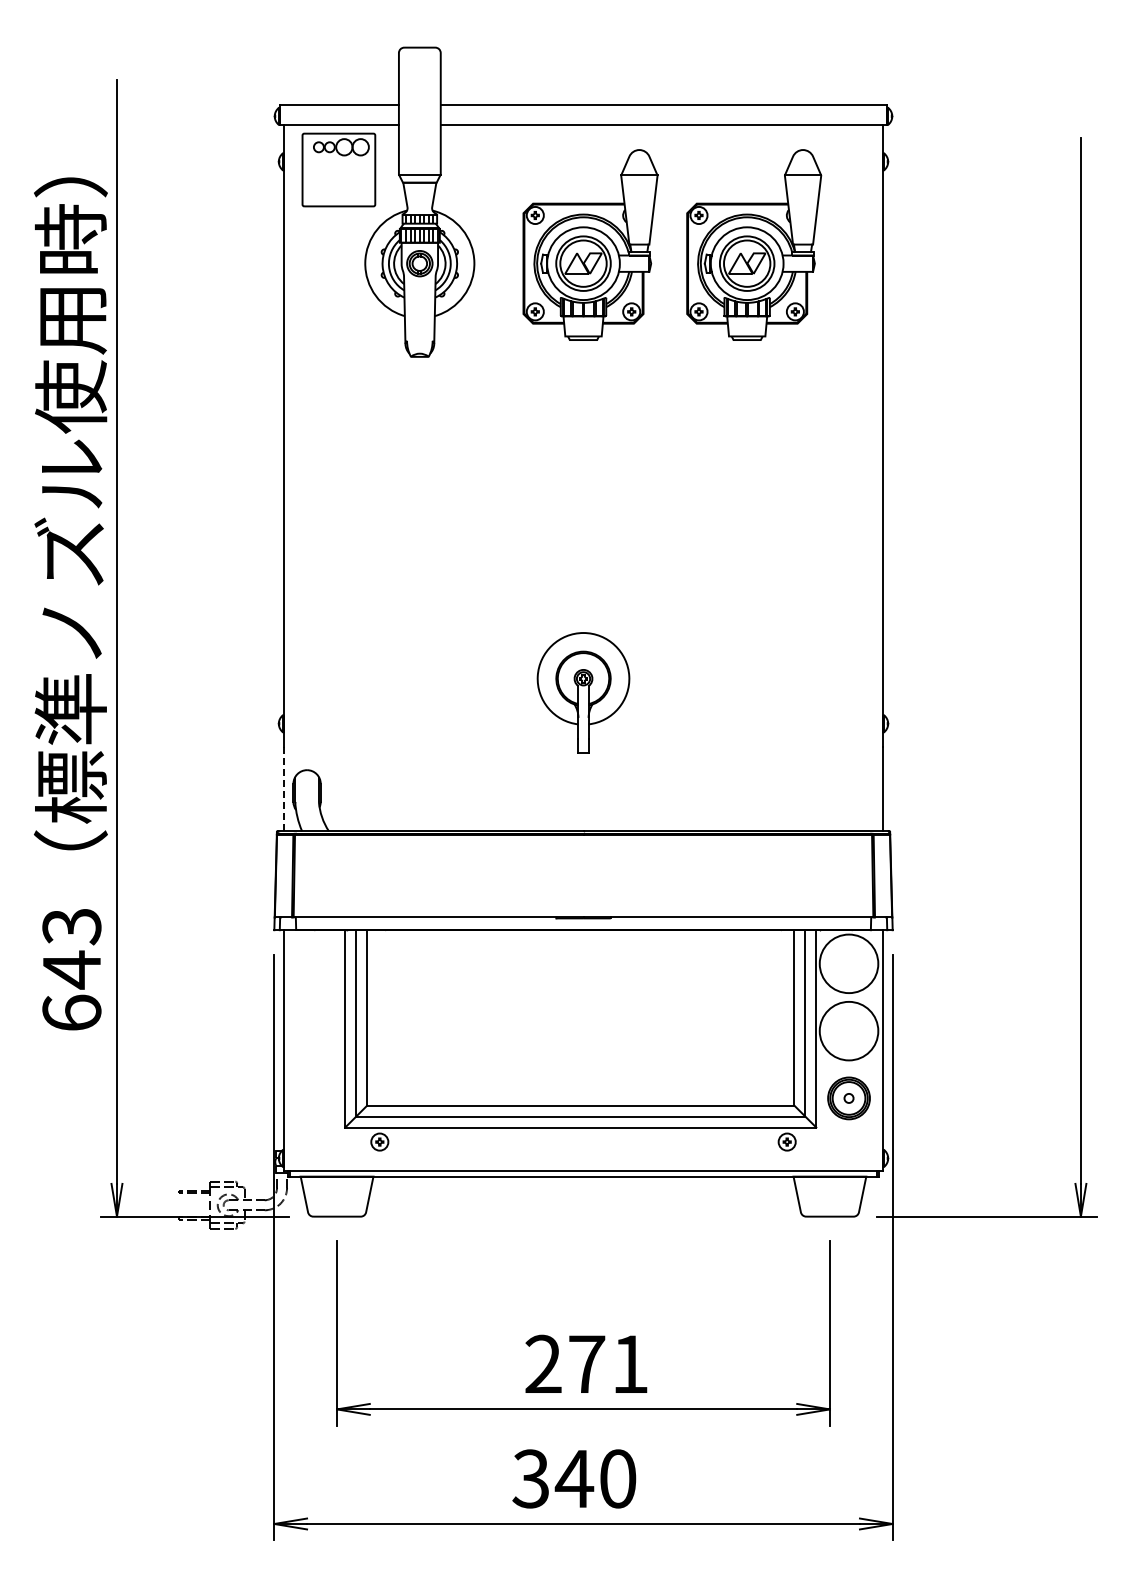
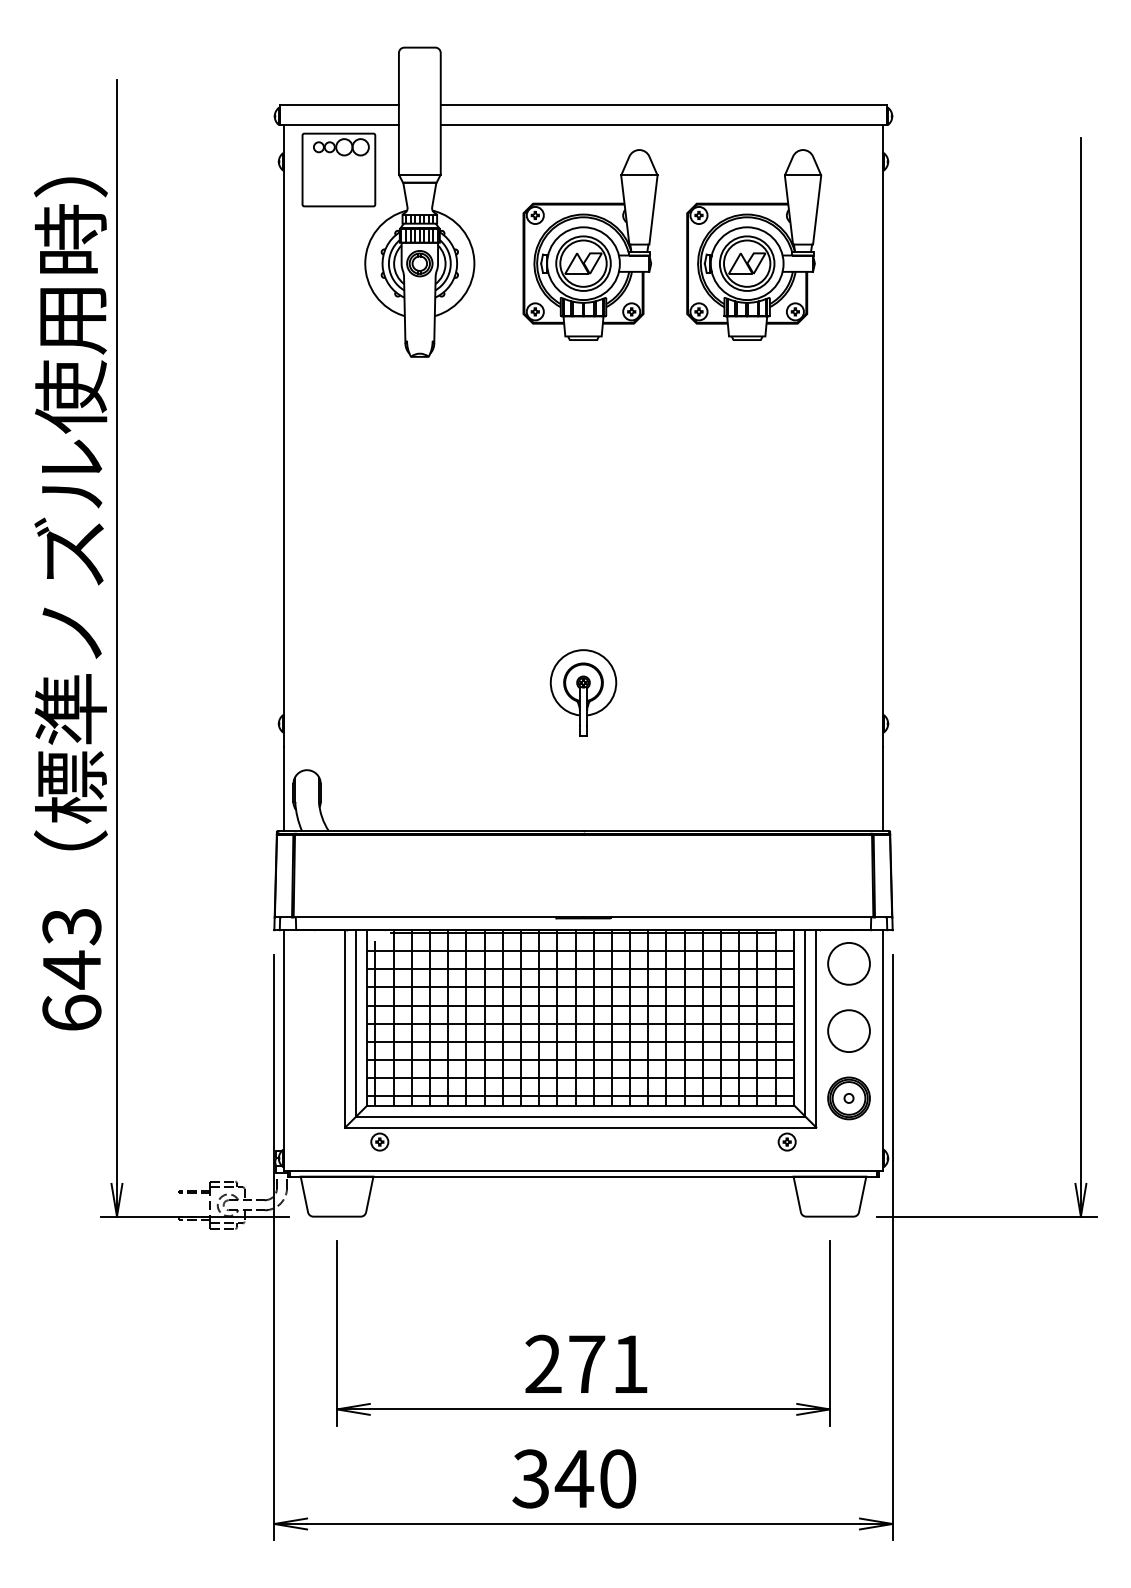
part at (583, 692) size: 95x122 px -> 69x88 px
line at (283, 789): dashed -> solid
circle at (848, 963) diameter: 59 px -> 42 px
hatch at (580, 1017): none -> present
circle at (848, 1030) diameter: 59 px -> 42 px
